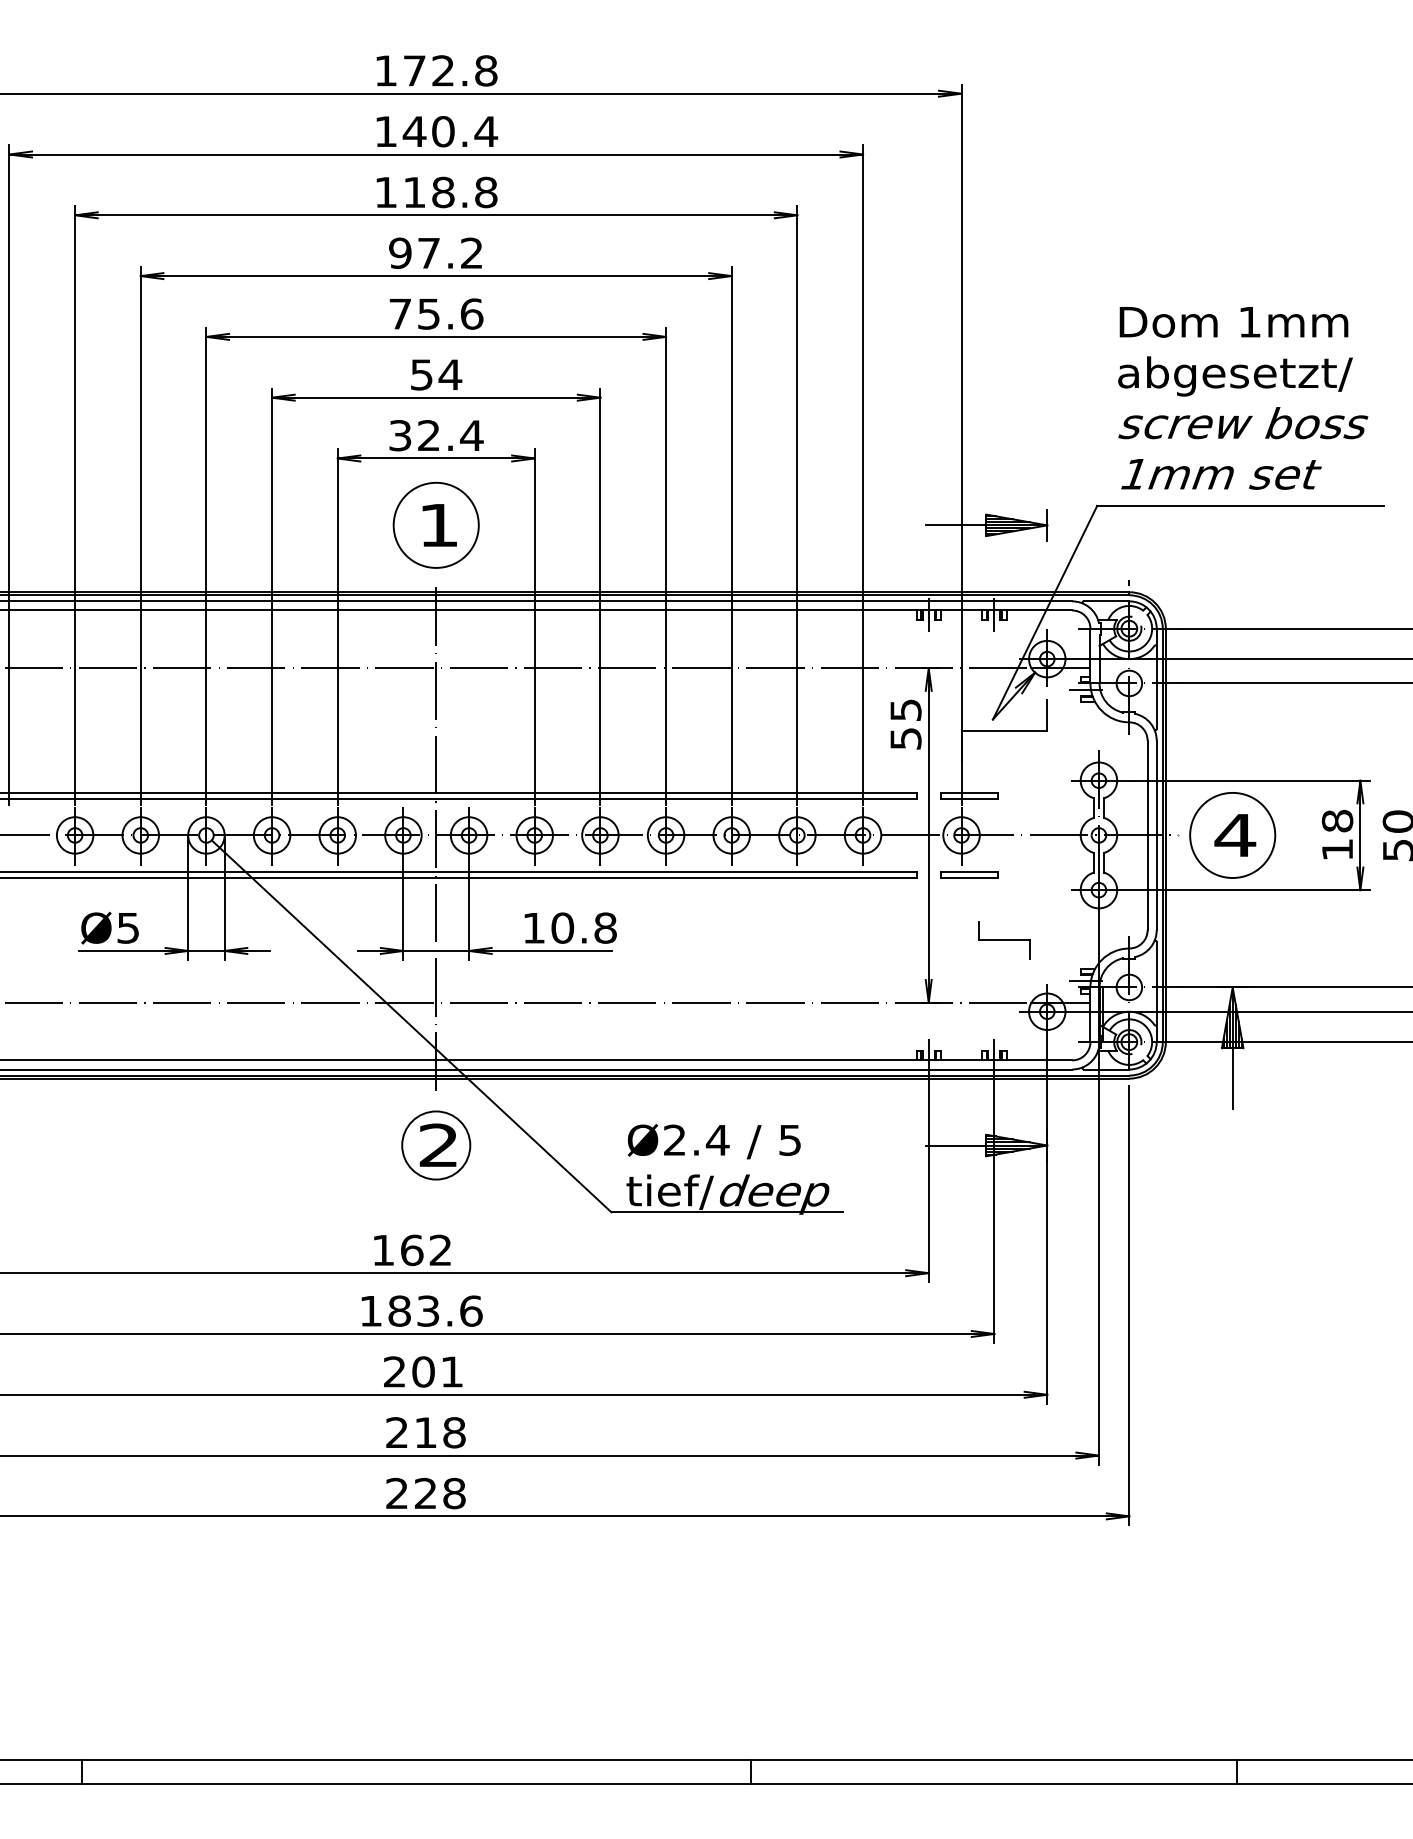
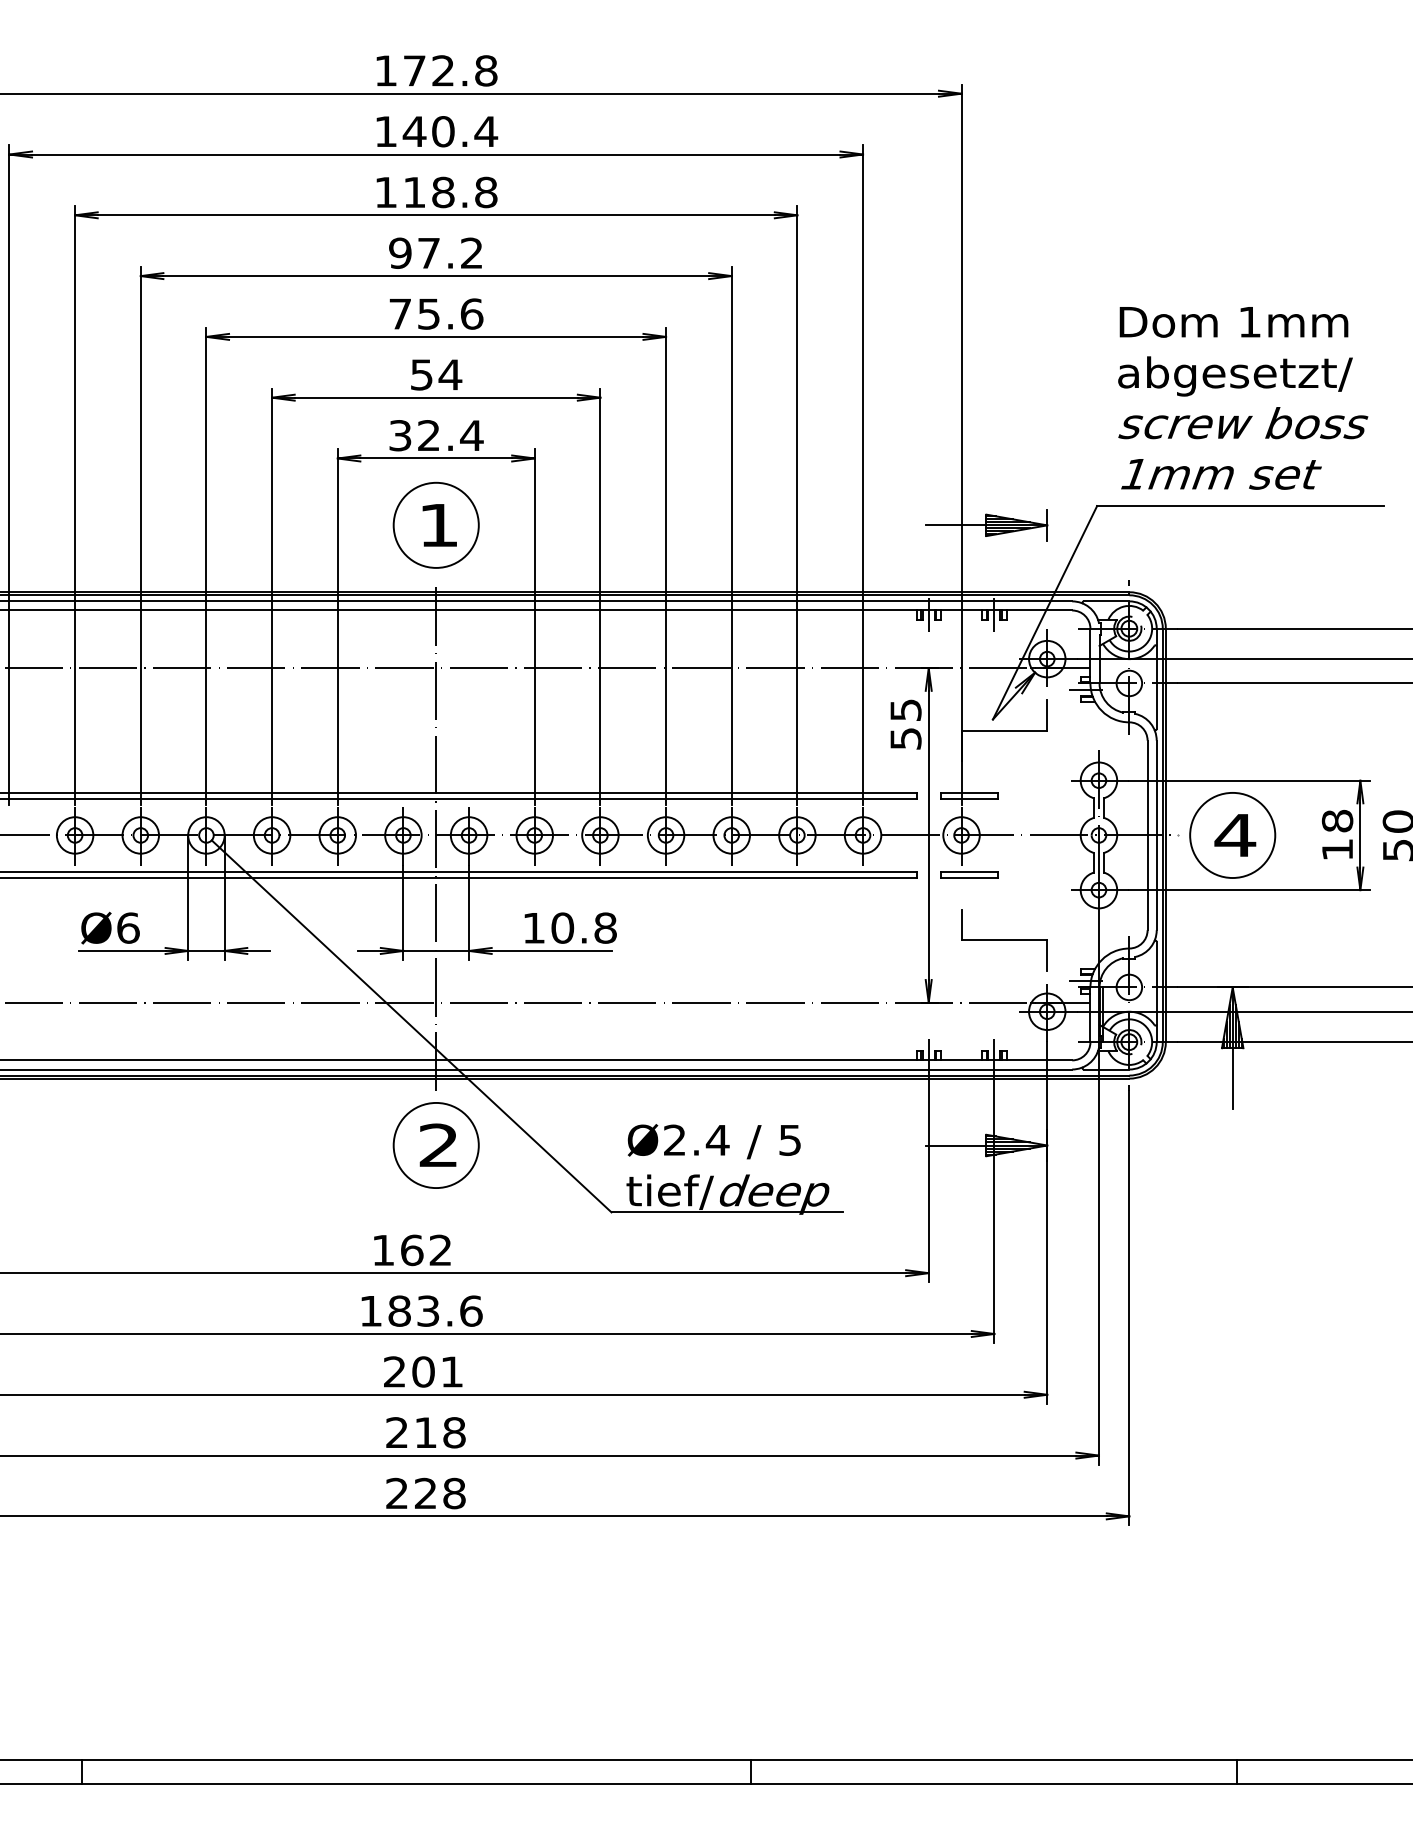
text at (128, 927): Ø5 -> Ø6
part at (1004, 940) size: 53x39 px -> 87x63 px
circle at (436, 1145) diameter: 68 px -> 85 px
